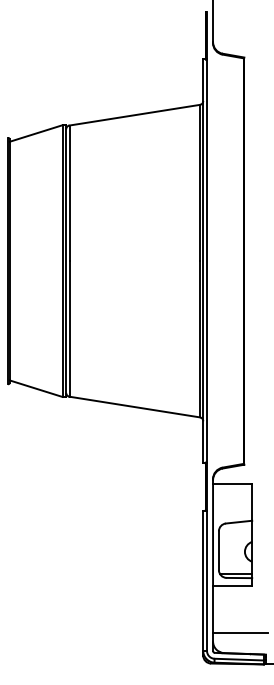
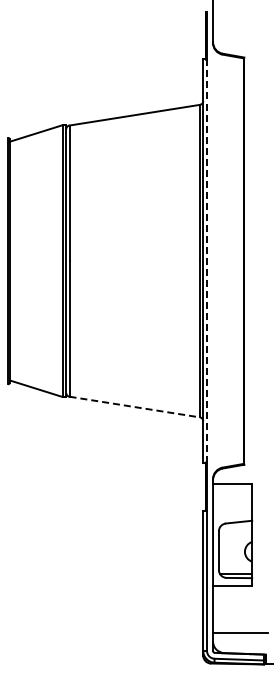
line at (207, 261): solid -> dashed
line at (135, 407): solid -> dashed
